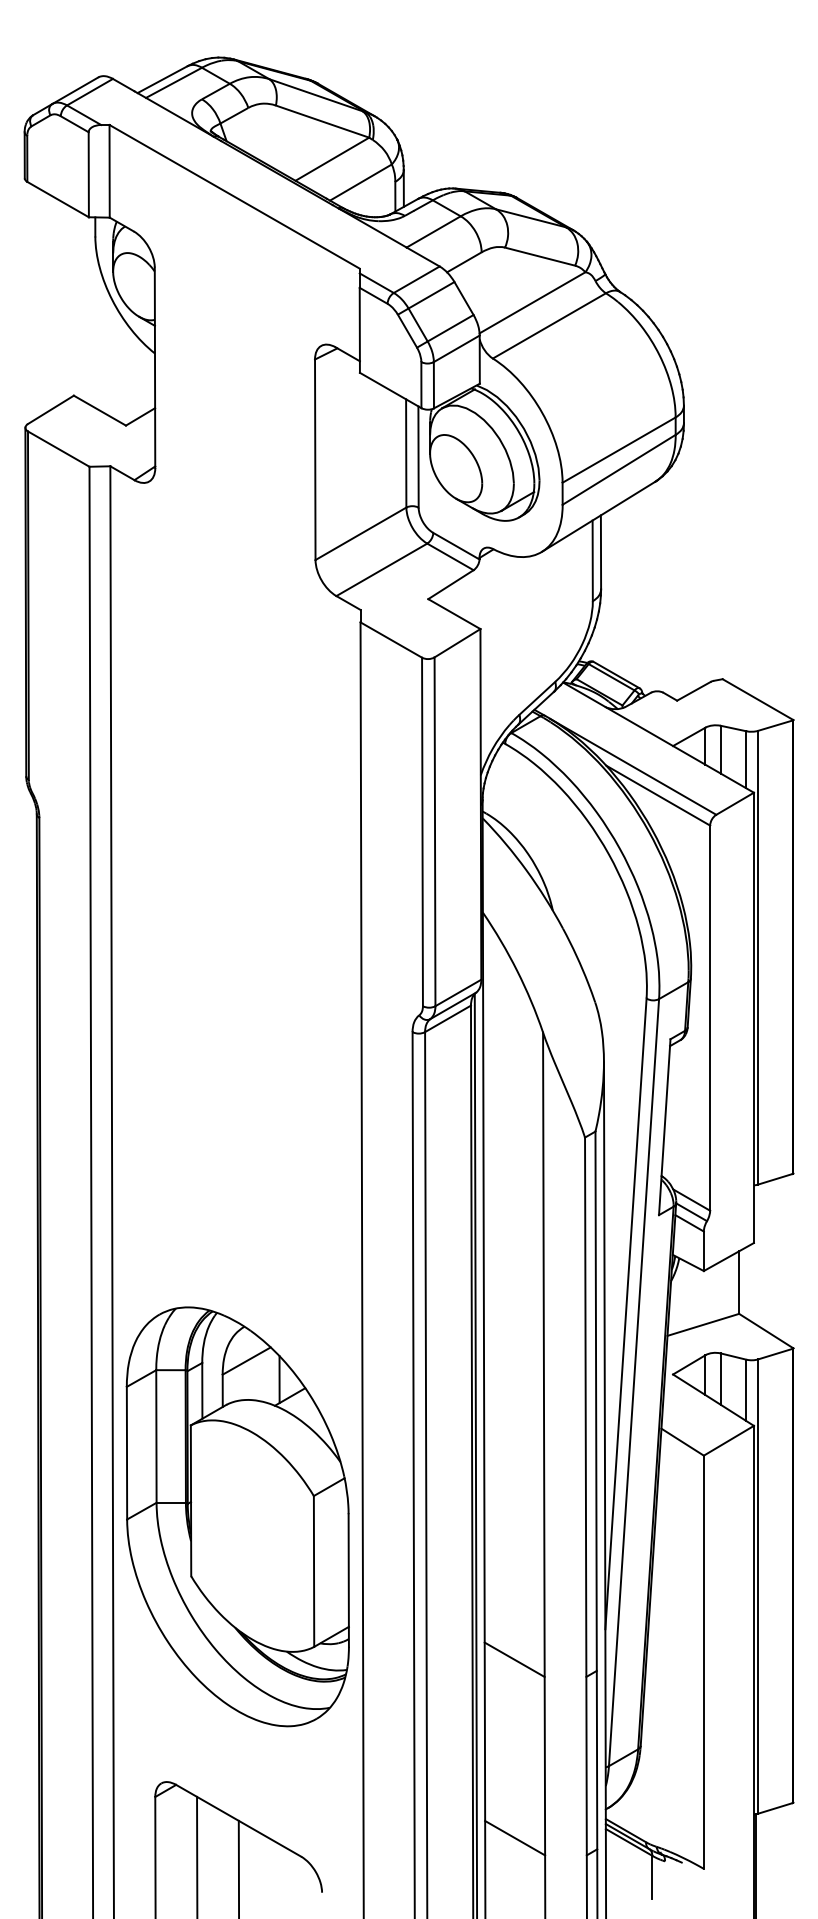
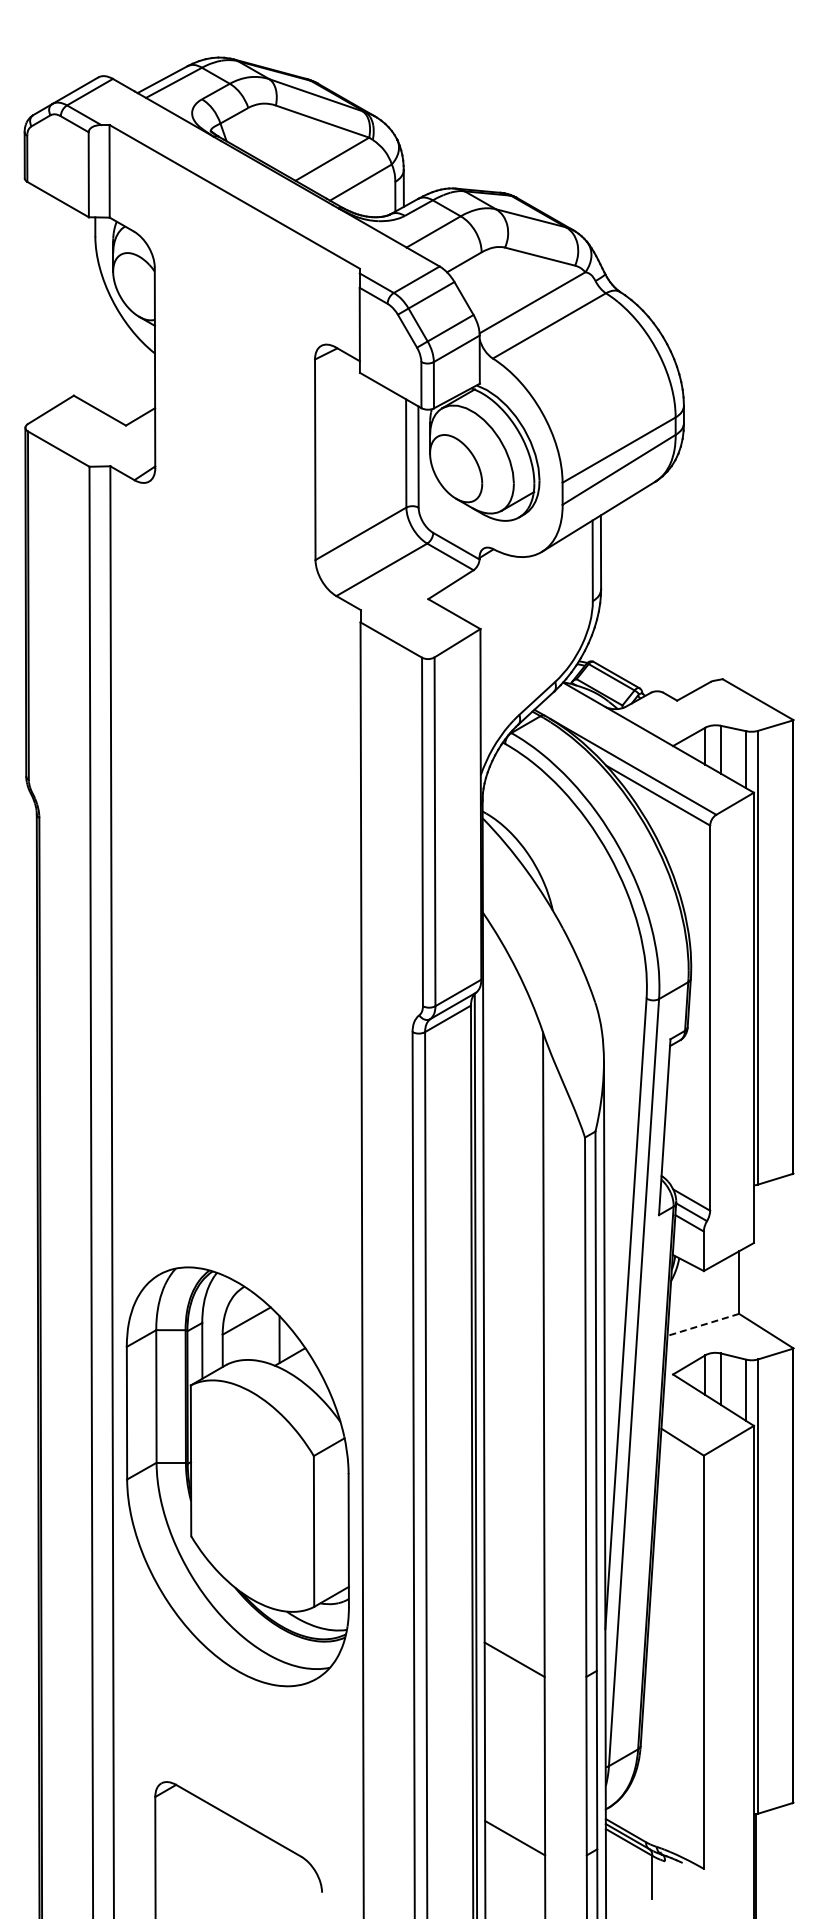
line at (702, 1325): solid -> dashed
part at (237, 1516) position: (237, 1516) -> (237, 1476)
line at (197, 1855): present -> none
line at (238, 1867): present -> none
